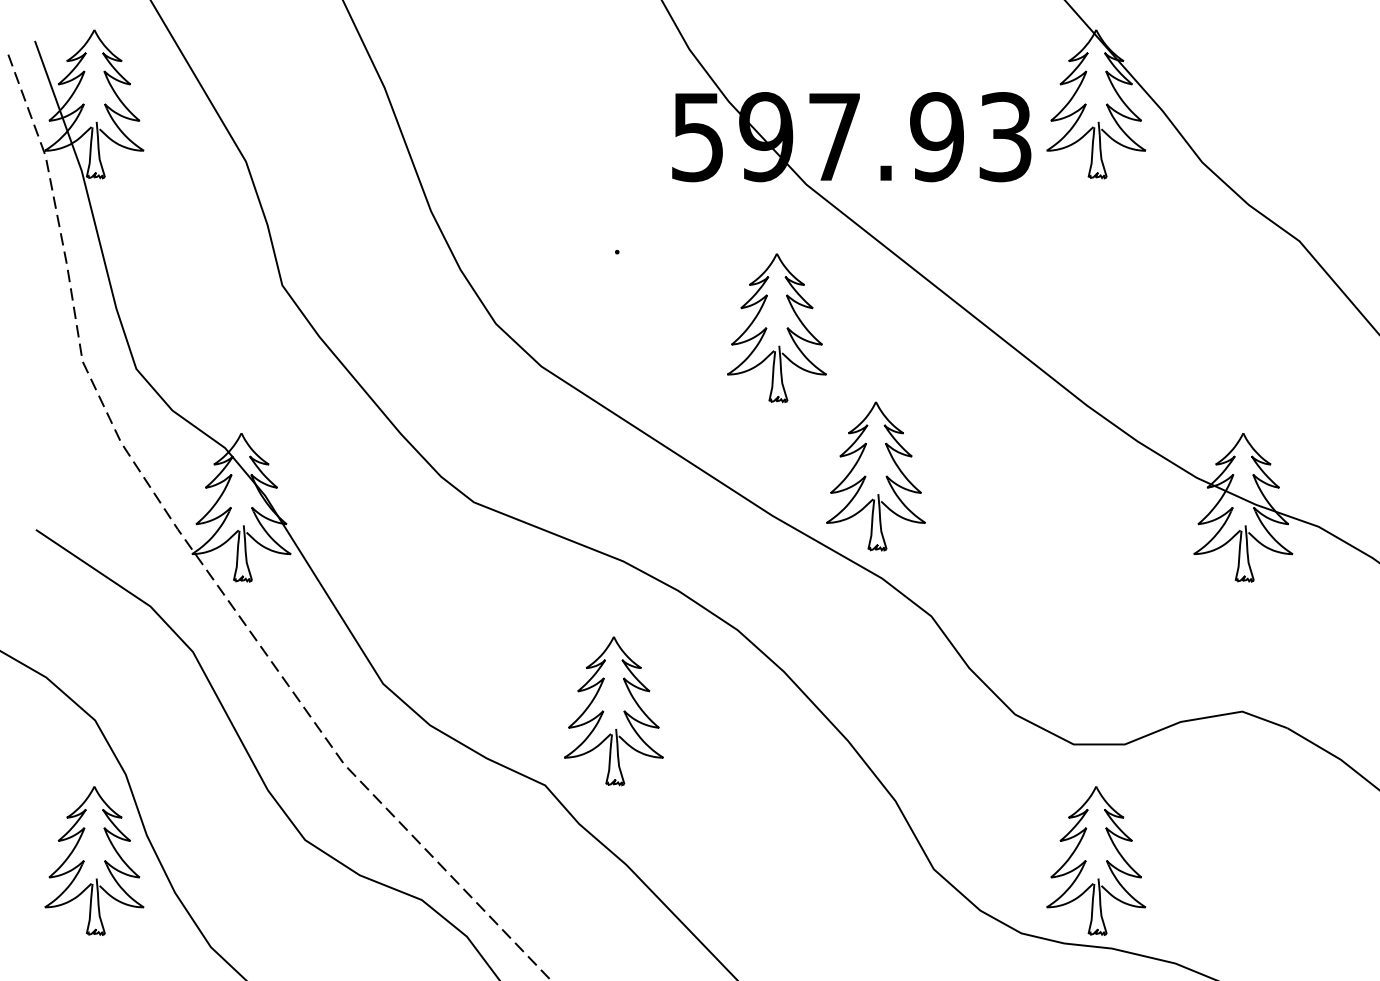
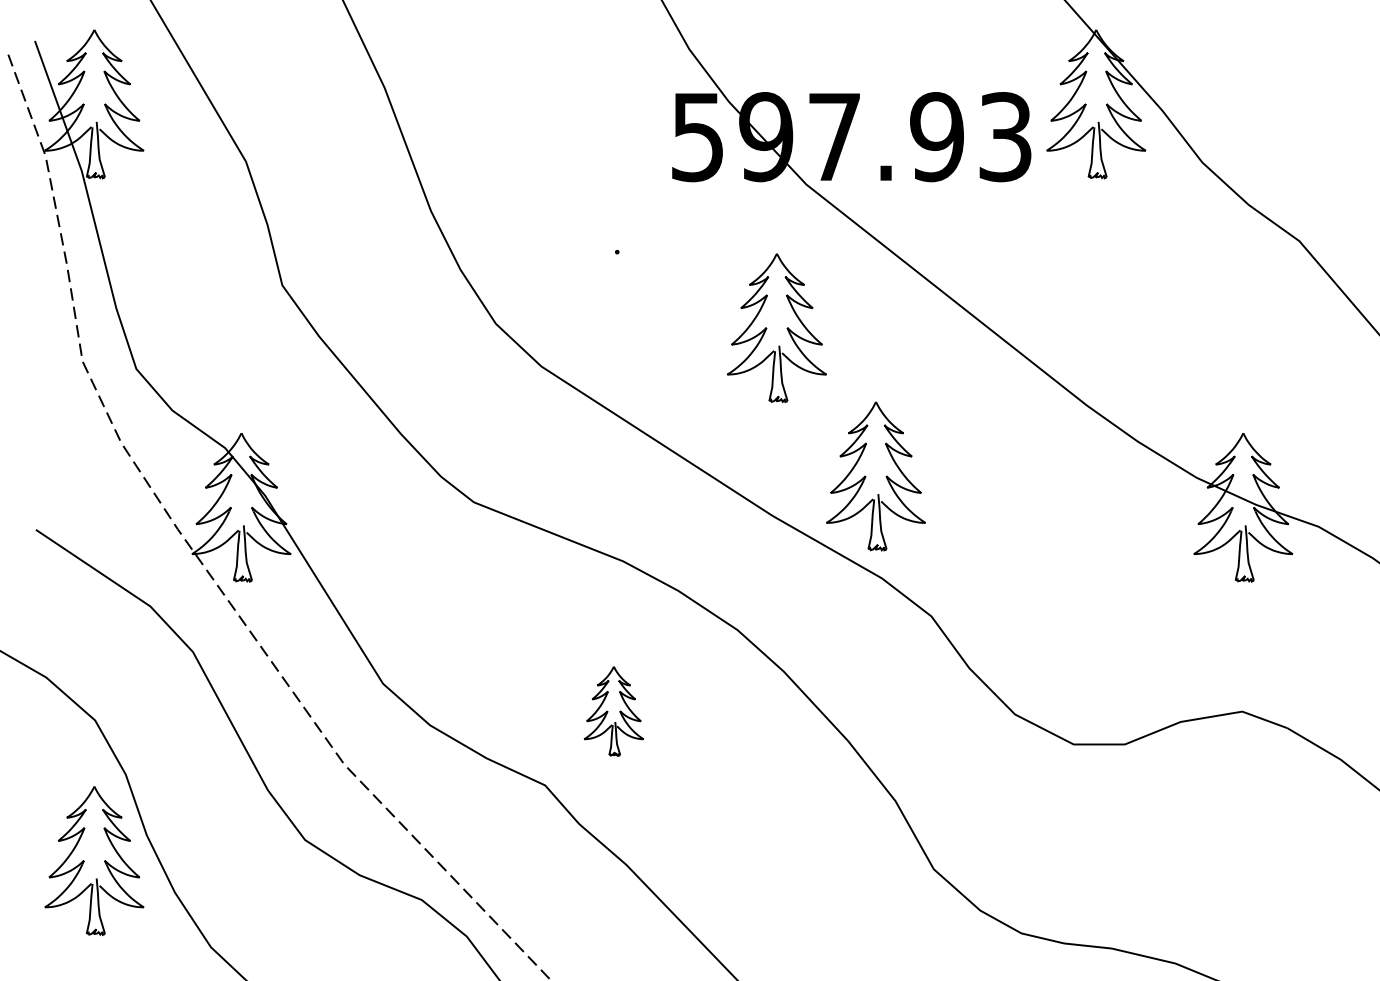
part at (613, 711) size: 100x151 px -> 61x91 px
part at (1096, 860): present -> none
